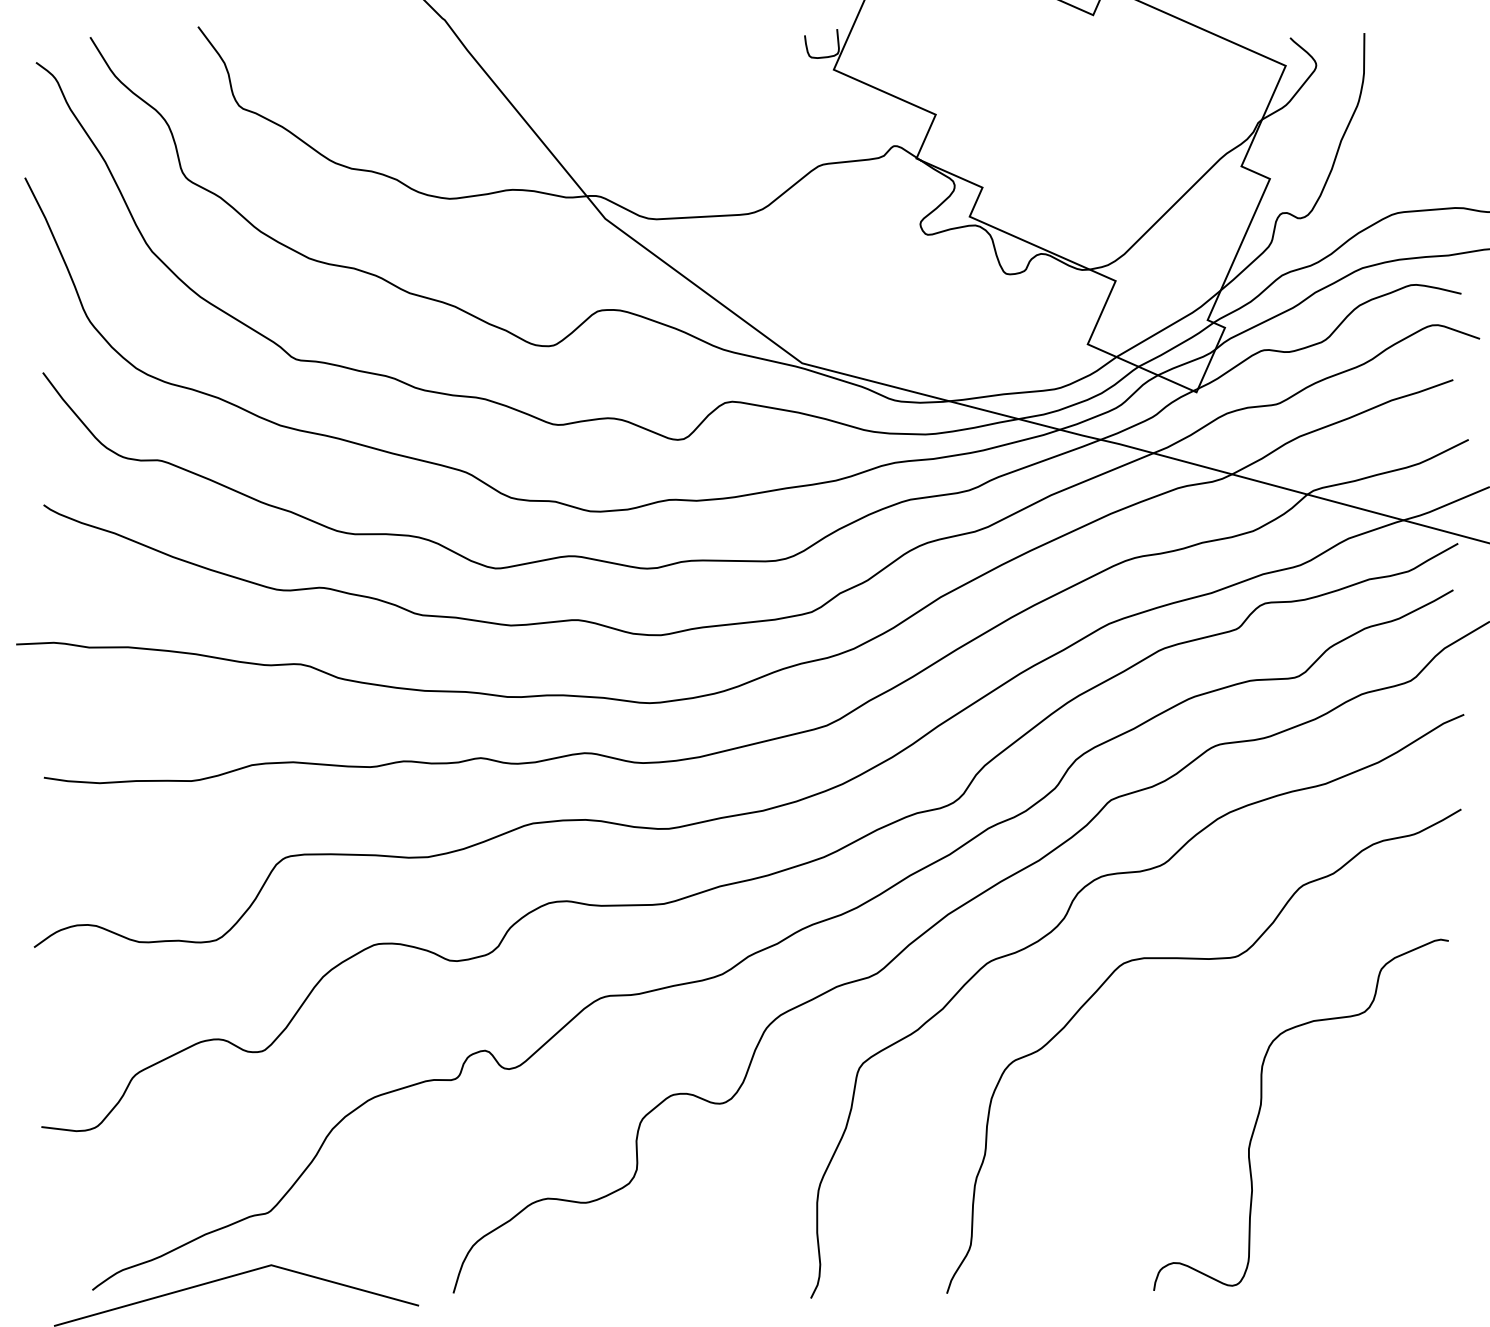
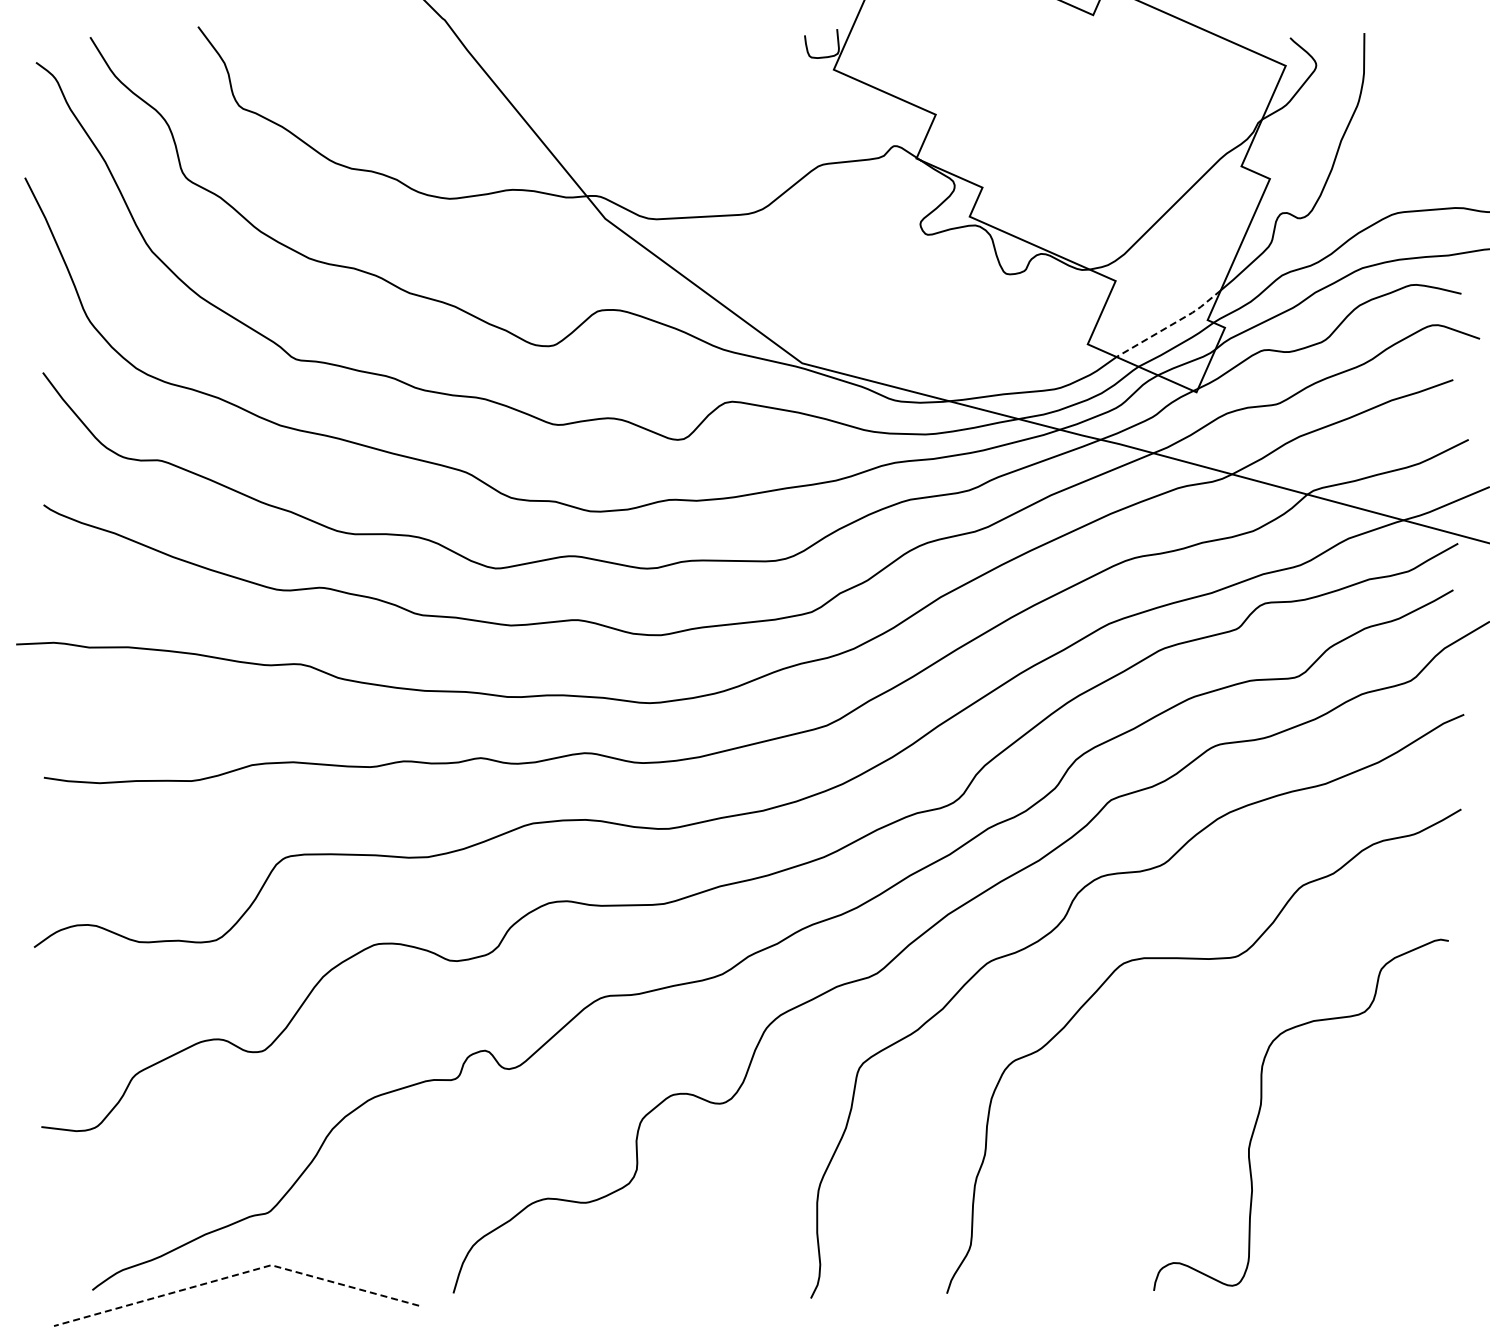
line at (1170, 325): solid -> dashed
line at (236, 1274): solid -> dashed
